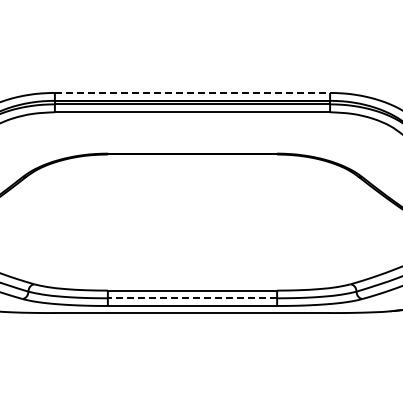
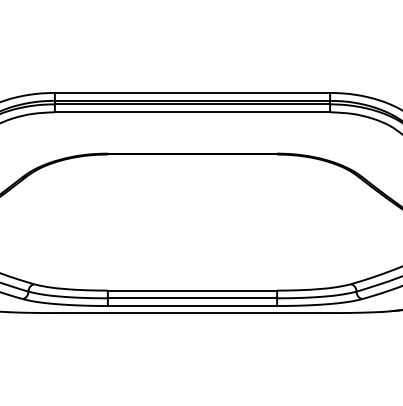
line at (192, 92): dashed -> solid
line at (192, 298): dashed -> solid
